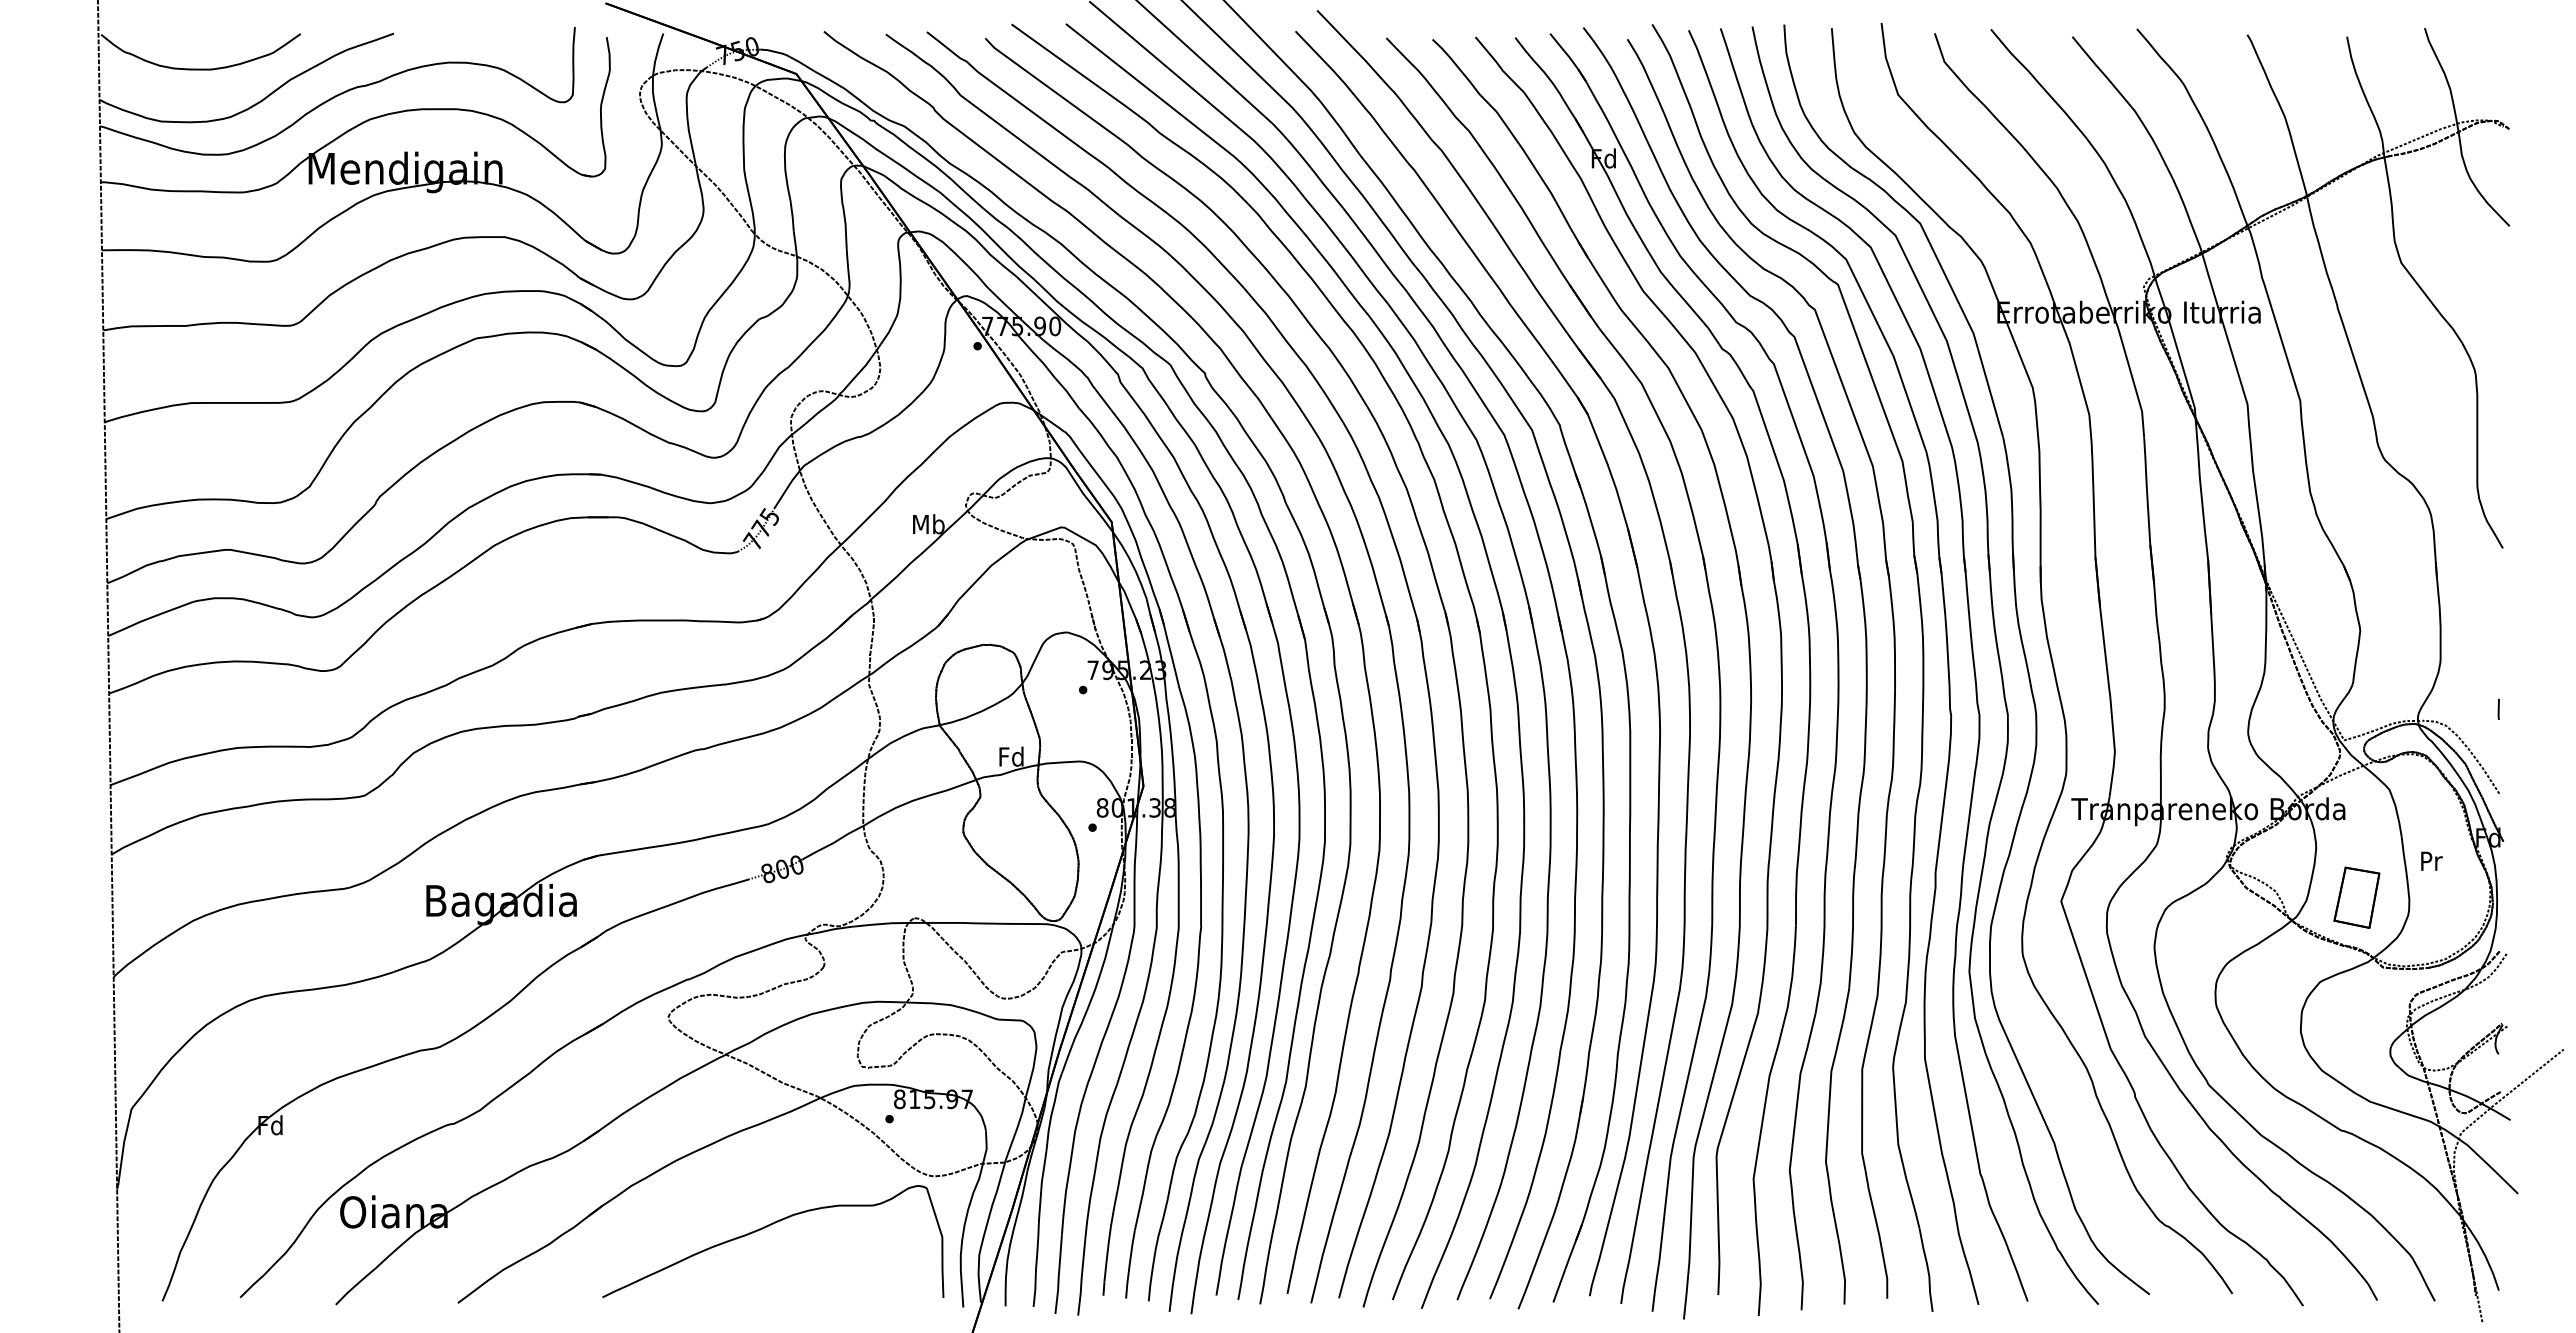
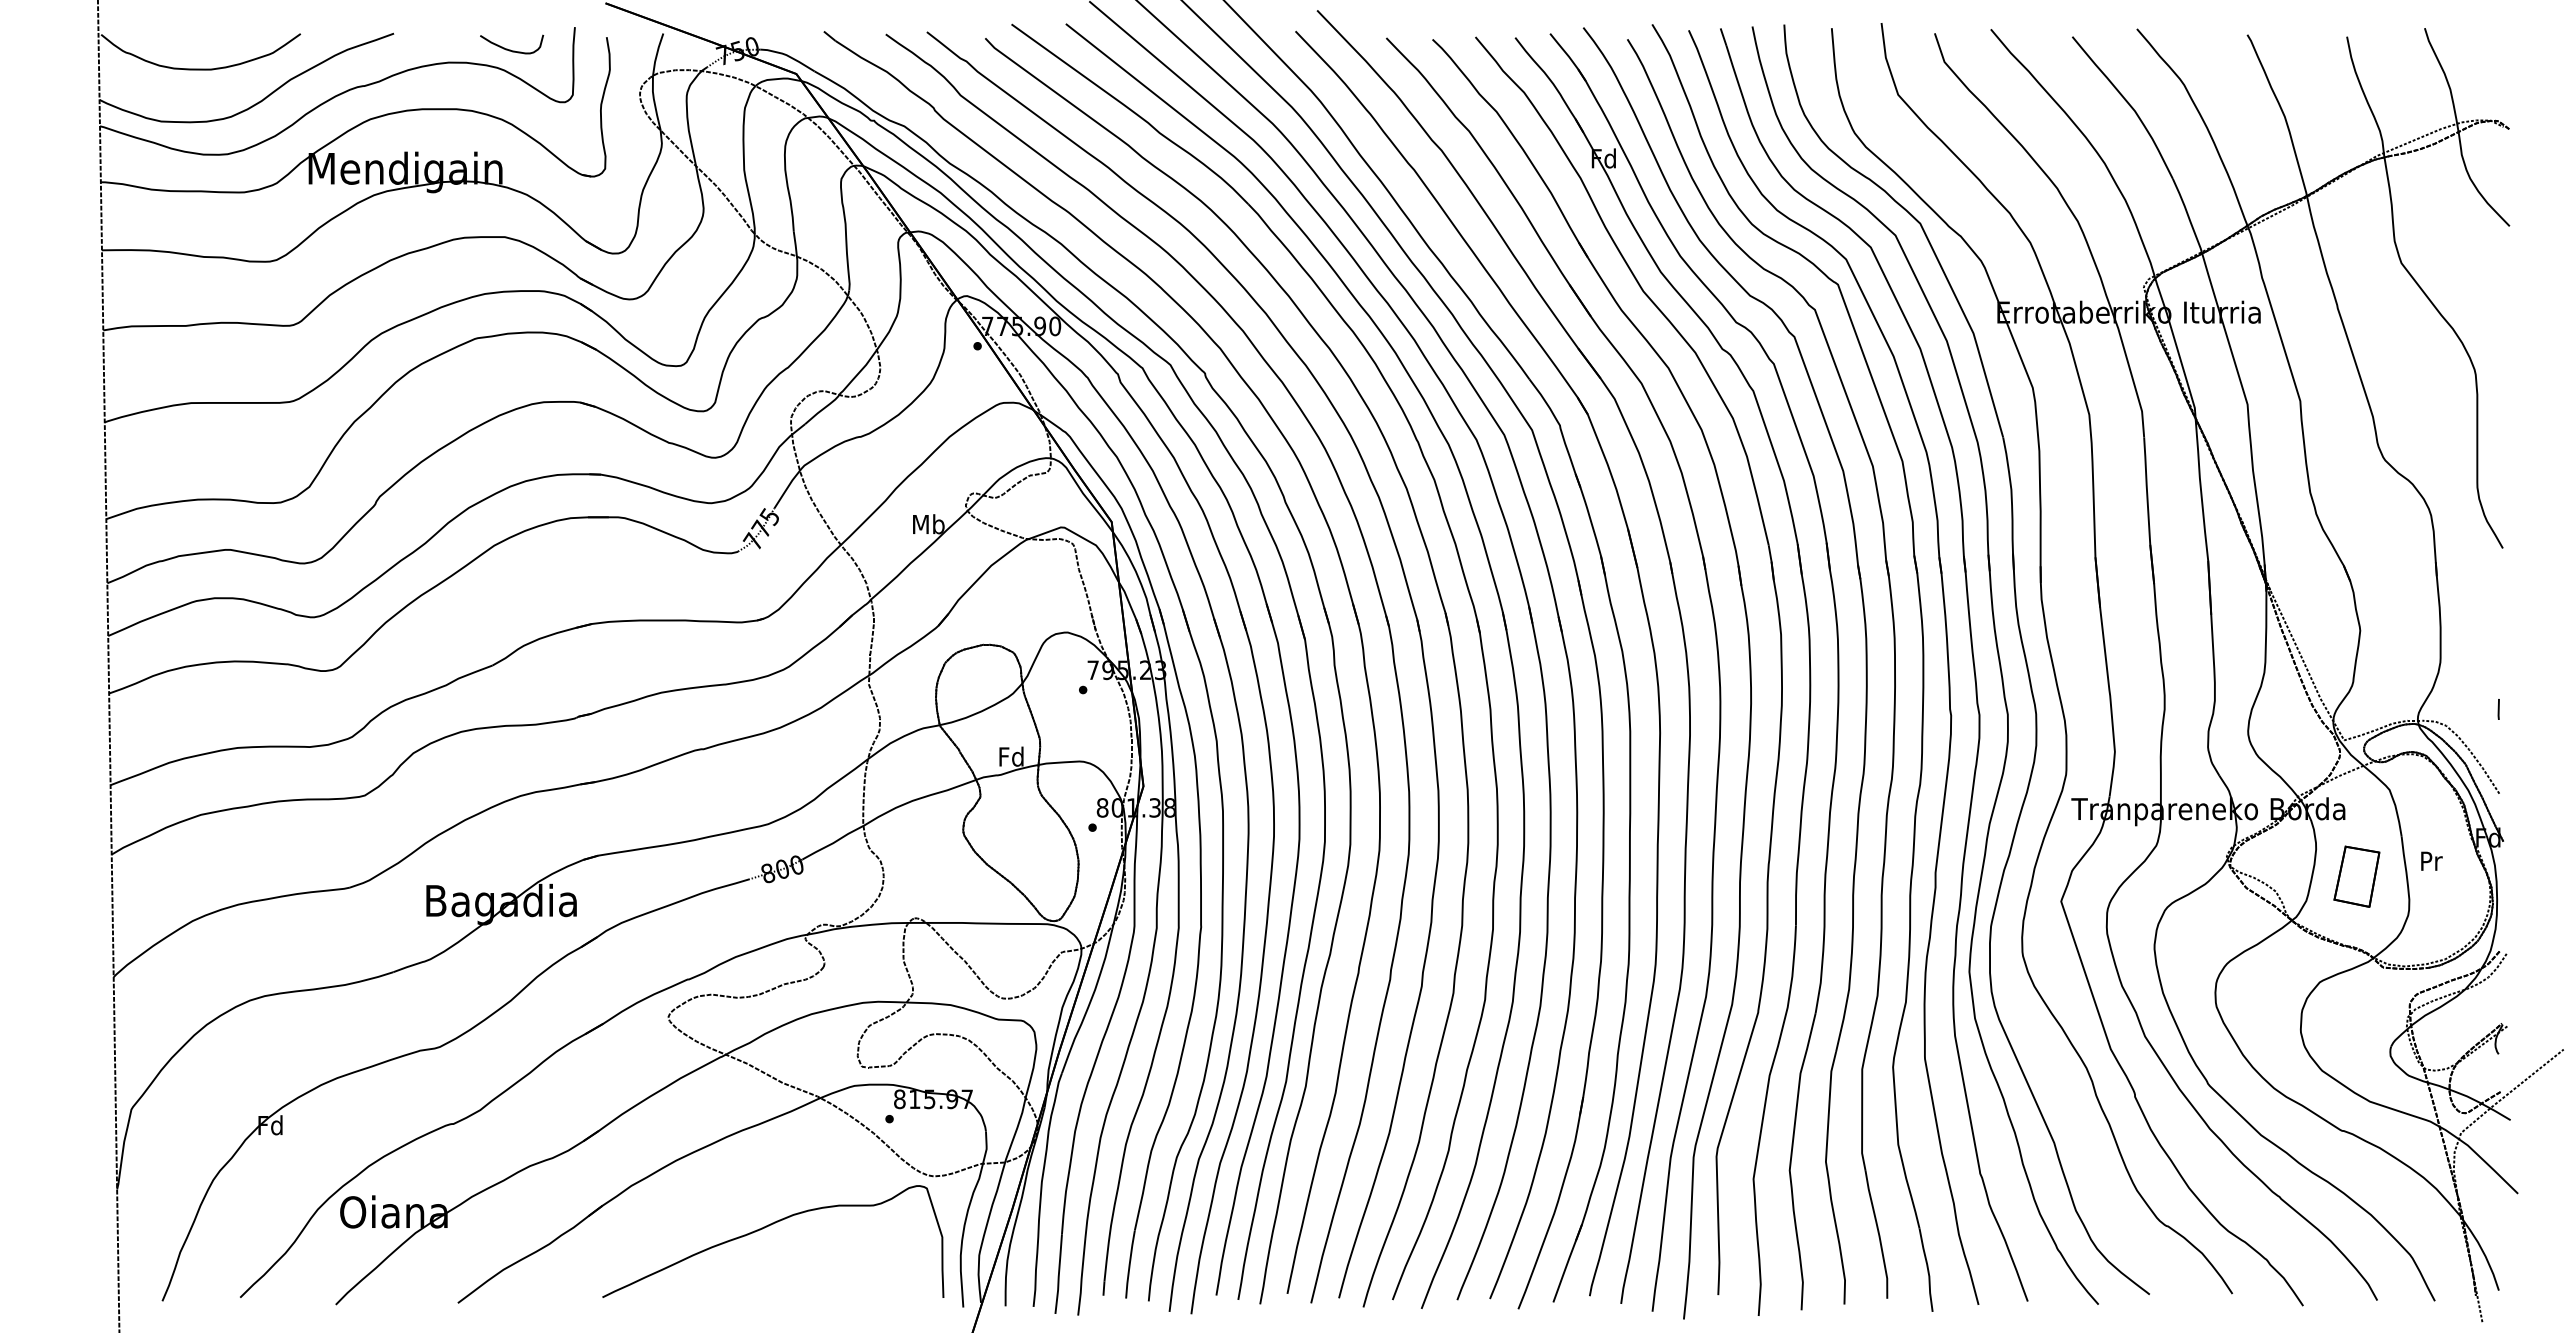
curve at (510, 49): none -> present
part at (2356, 897) position: (2356, 897) -> (2356, 876)
